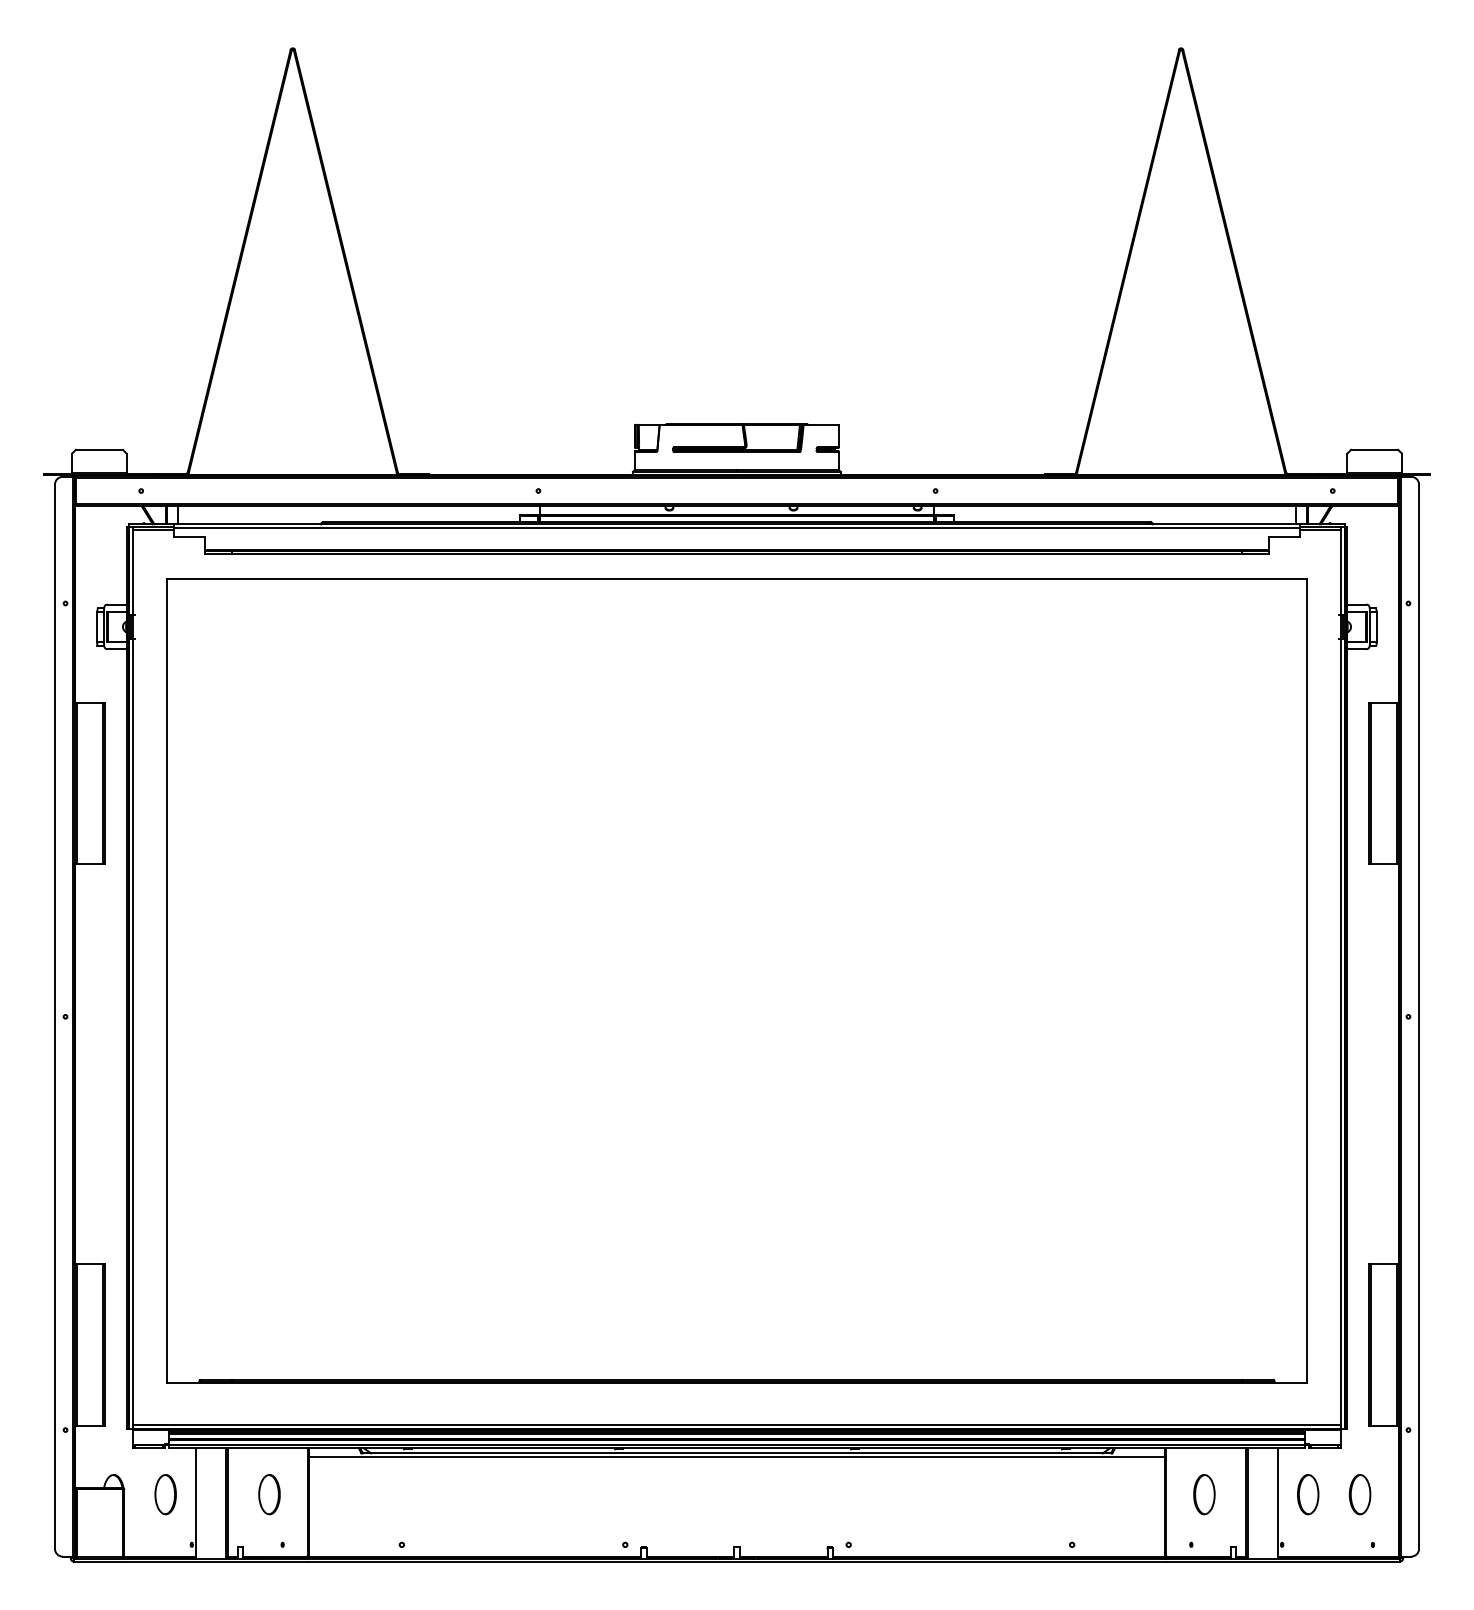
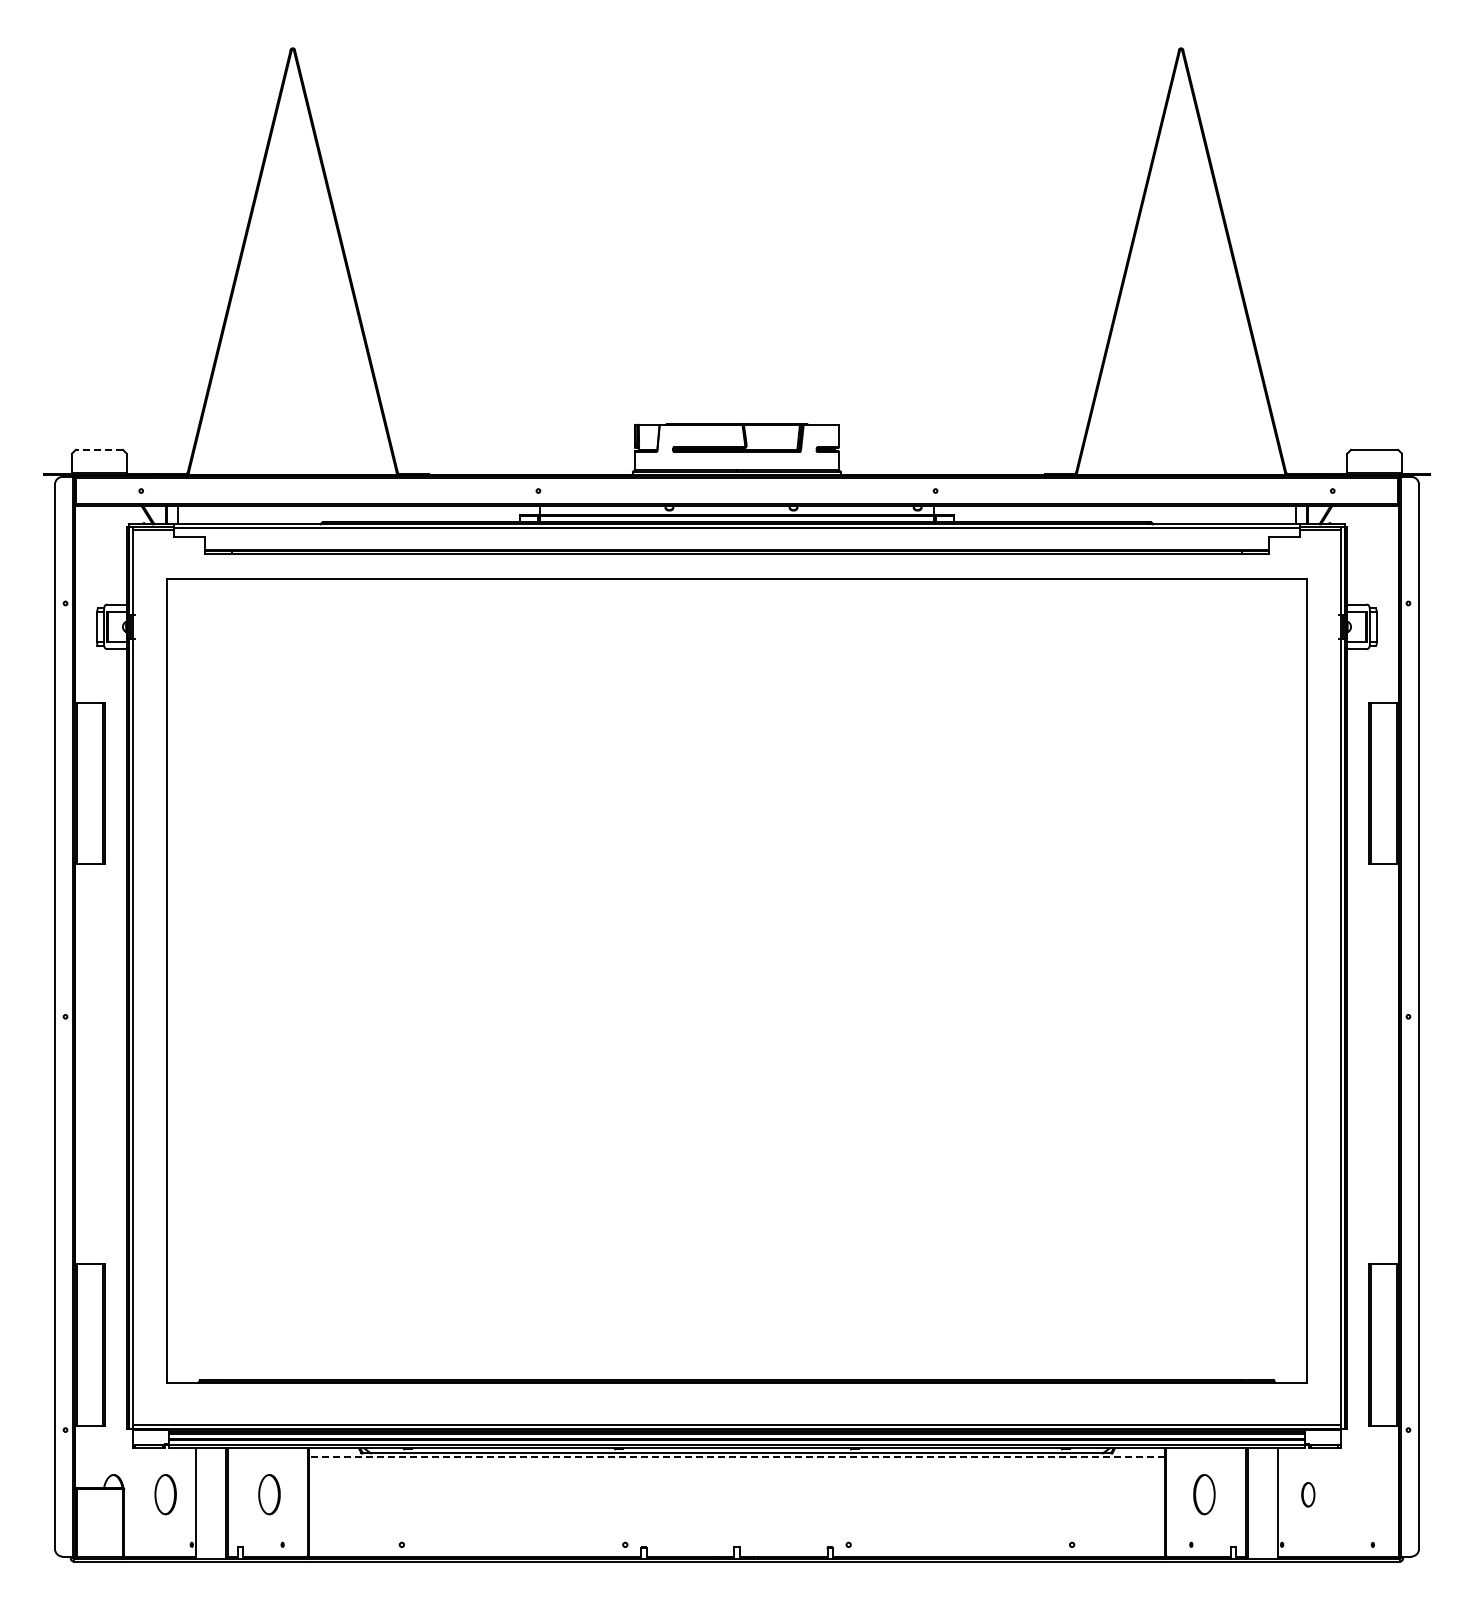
line at (99, 449): solid -> dashed
line at (736, 1457): solid -> dashed
part at (1308, 1494) size: 23x42 px -> 15x26 px
part at (1359, 1494): present -> none
